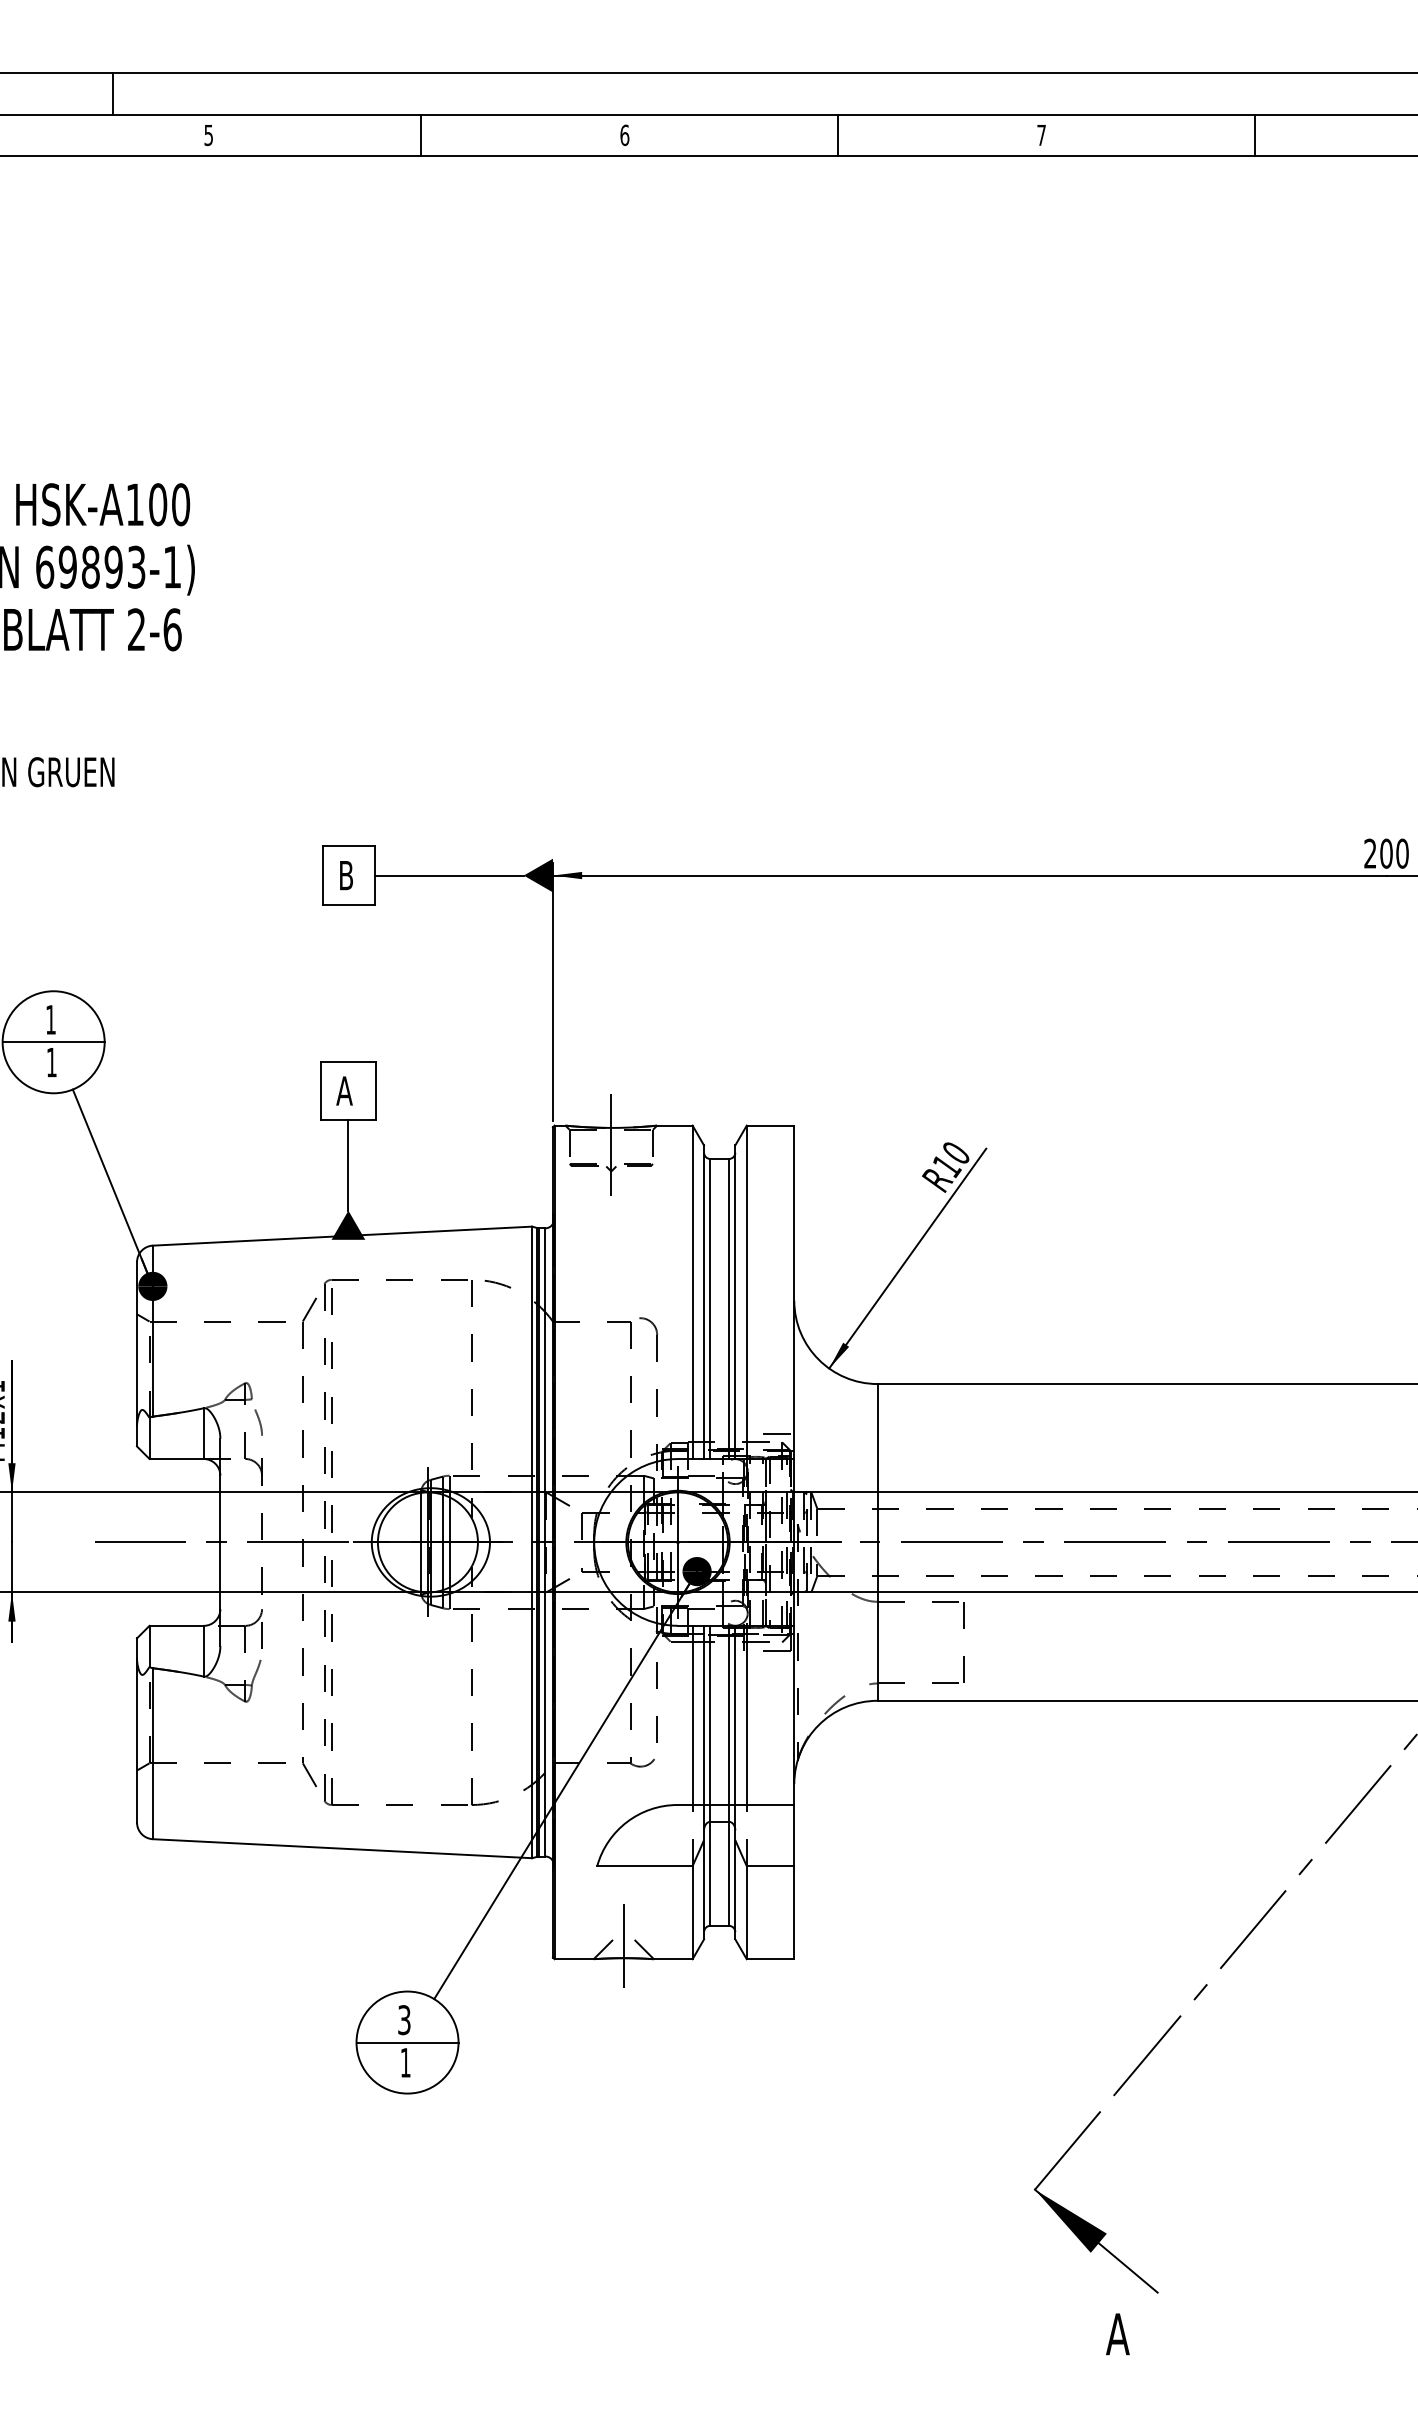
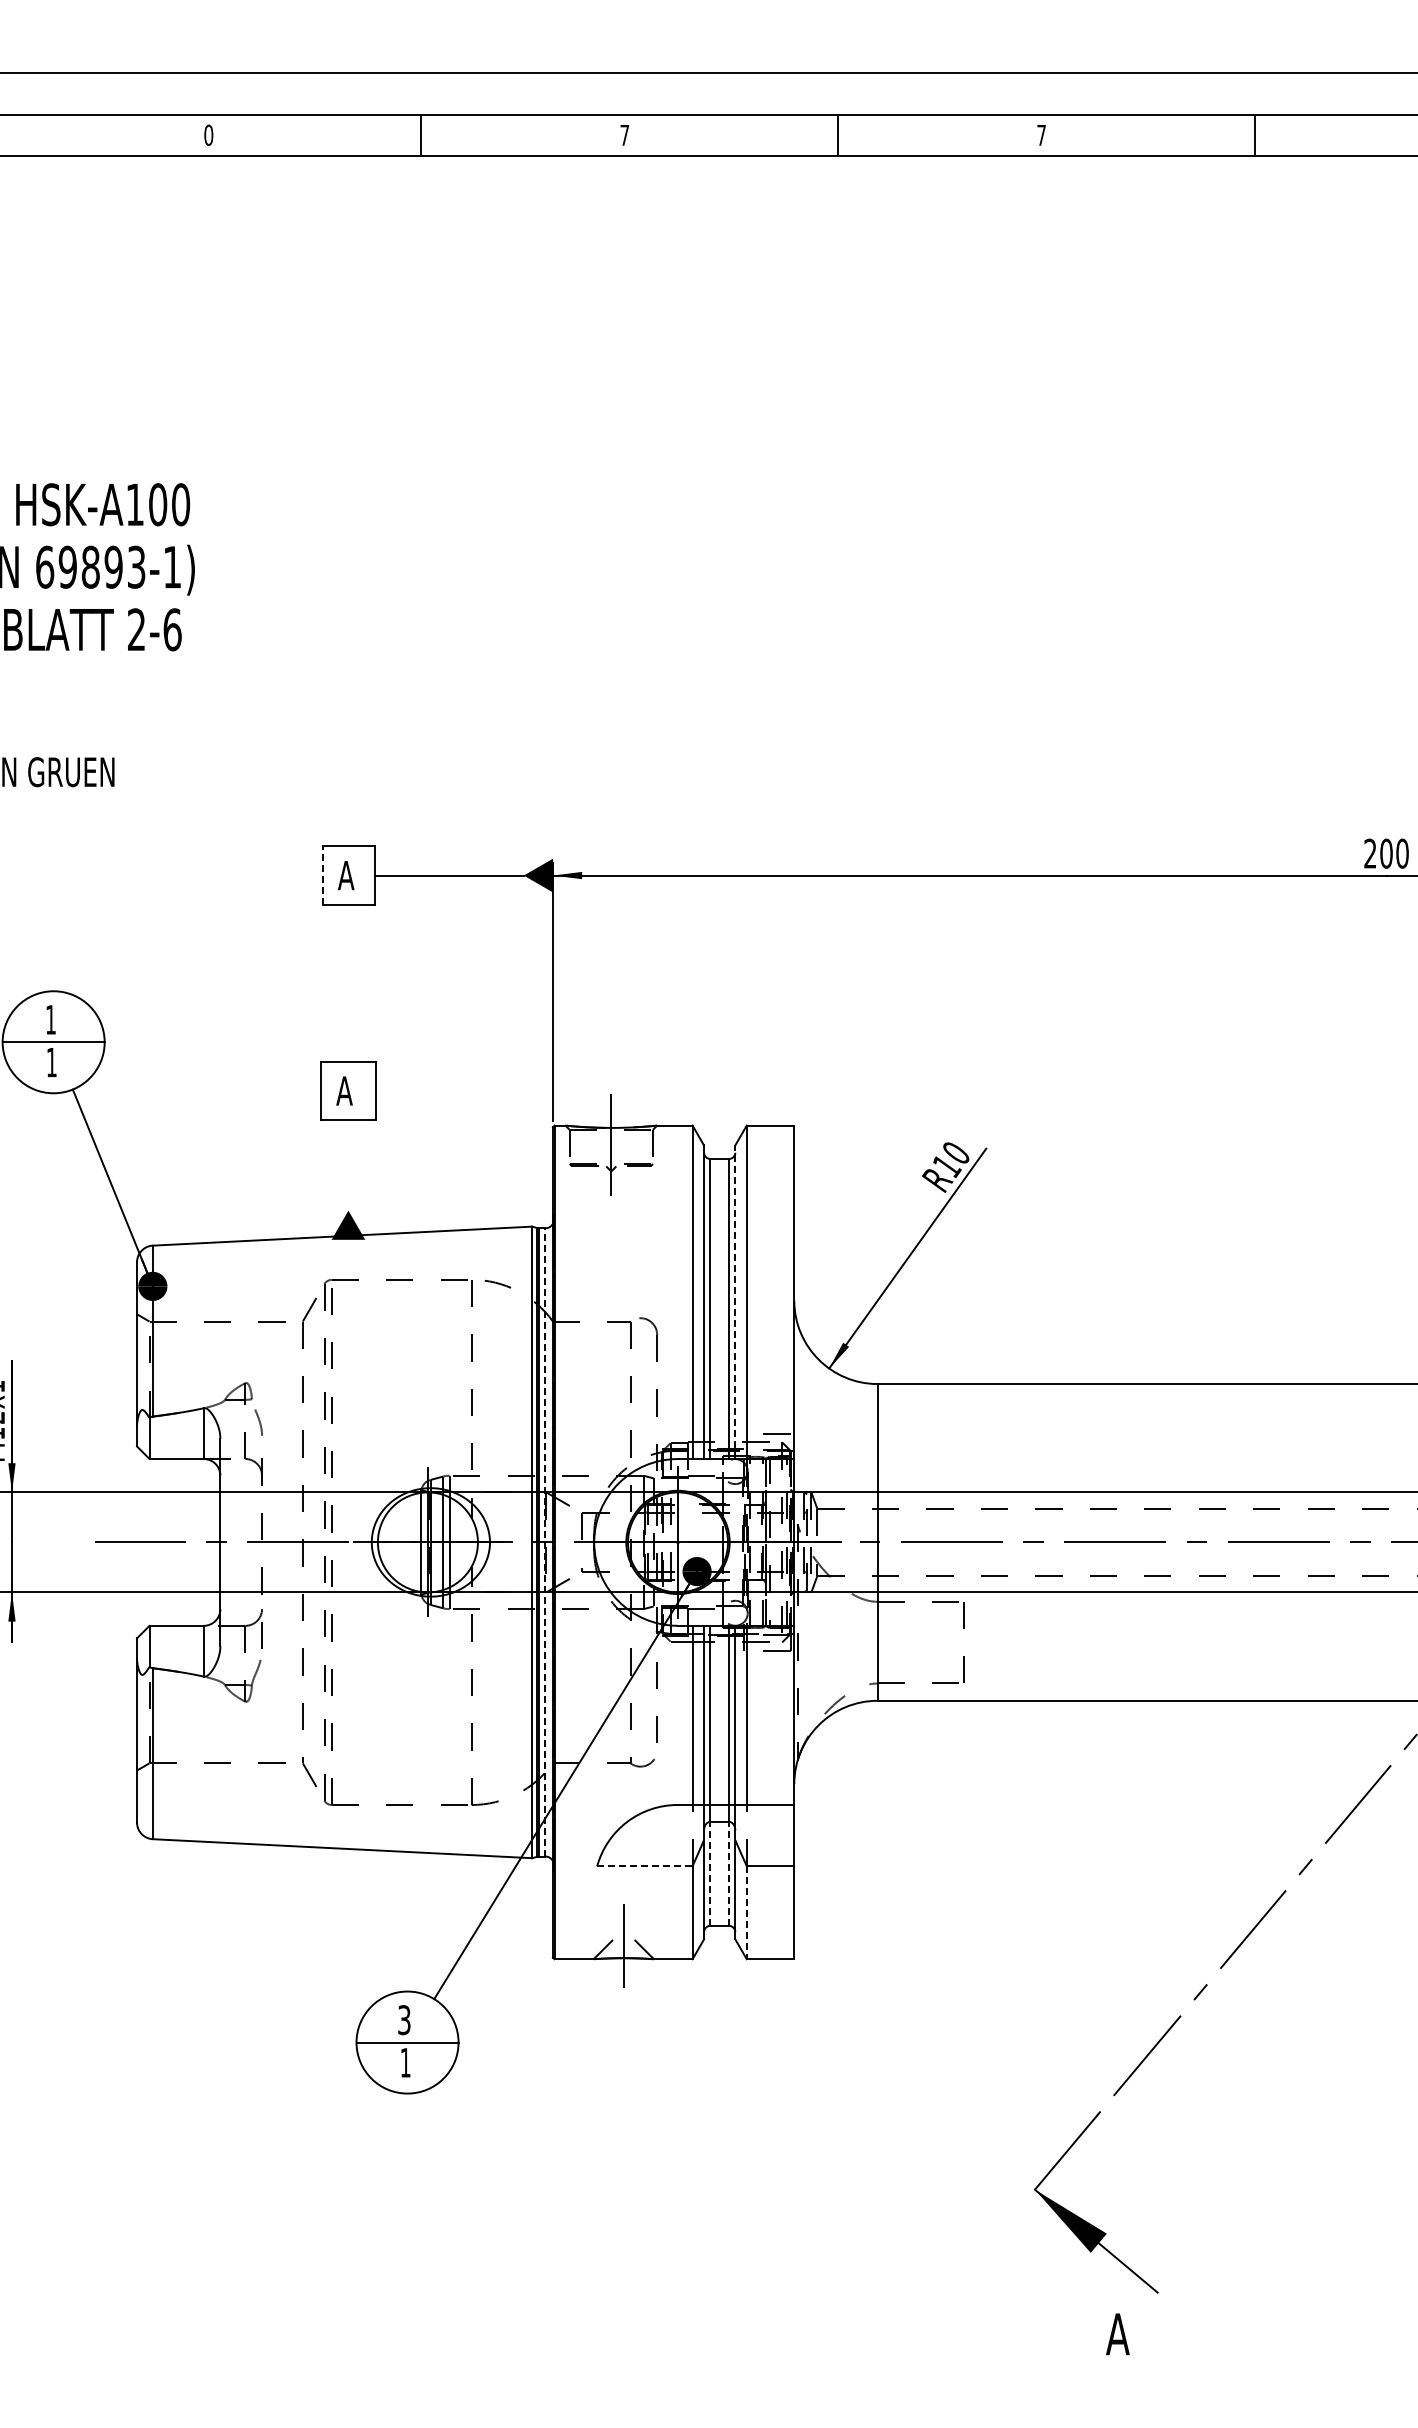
line at (112, 93): present -> none
text at (208, 135): 5 -> 0
text at (624, 135): 6 -> 7
line at (323, 875): solid -> dashed
text at (346, 875): B -> A
line at (348, 1165): present -> none
line at (735, 1302): solid -> dashed
line at (545, 1541): solid -> dashed
line at (644, 1866): solid -> dashed
line at (710, 1873): solid -> dashed
line at (729, 1873): solid -> dashed
line at (746, 1912): solid -> dashed
